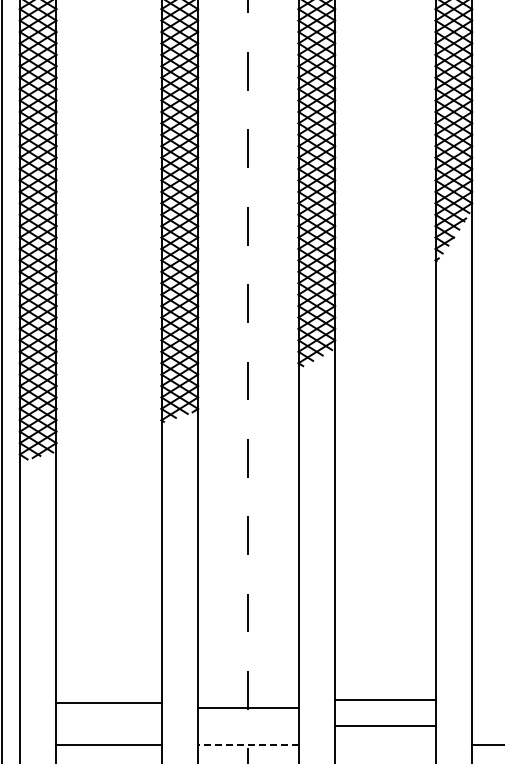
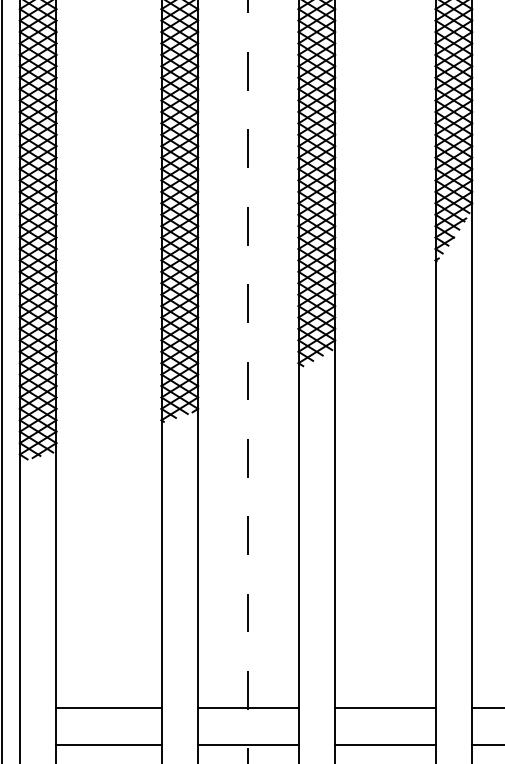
line at (385, 700) position: (385, 700) -> (385, 708)
line at (108, 703) position: (108, 703) -> (108, 708)
line at (486, 708): none -> present
line at (385, 725) position: (385, 725) -> (385, 744)
line at (247, 744): dashed -> solid
